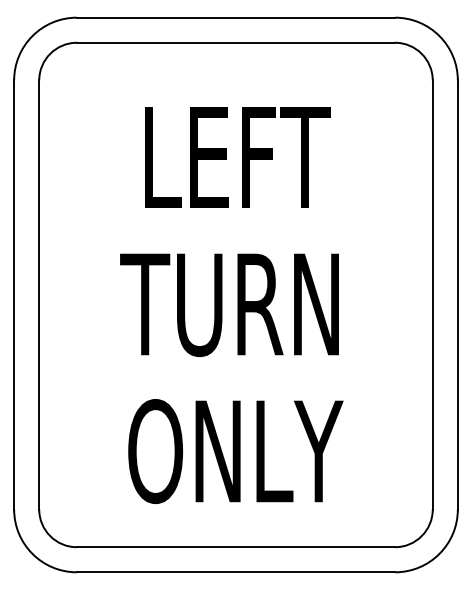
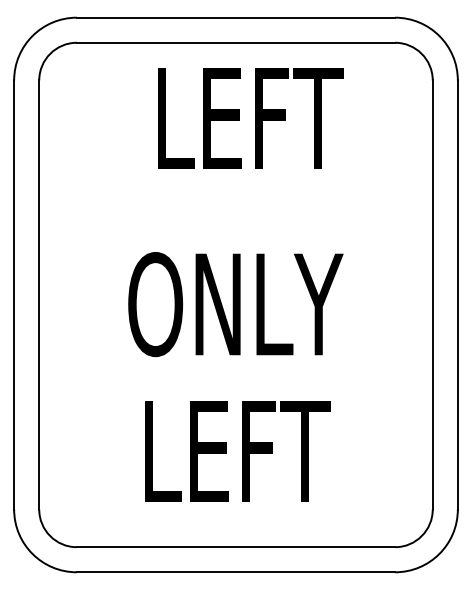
text at (237, 157) position: (237, 157) -> (250, 118)
text at (231, 304): TURN -> ONLY
text at (235, 451): ONLY -> LEFT
